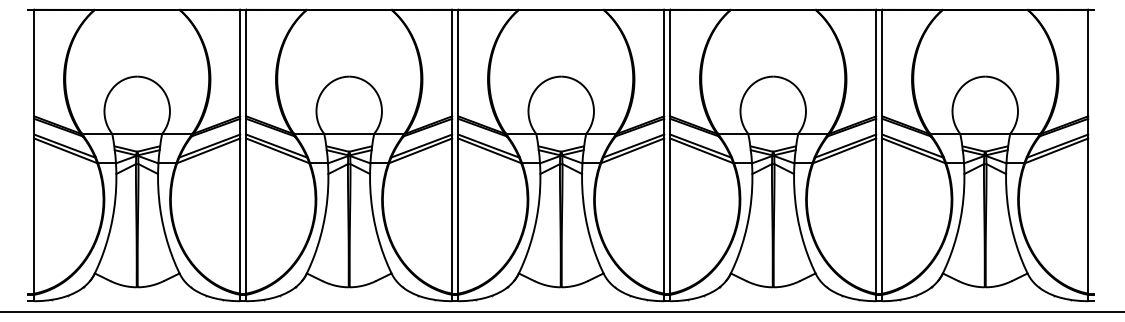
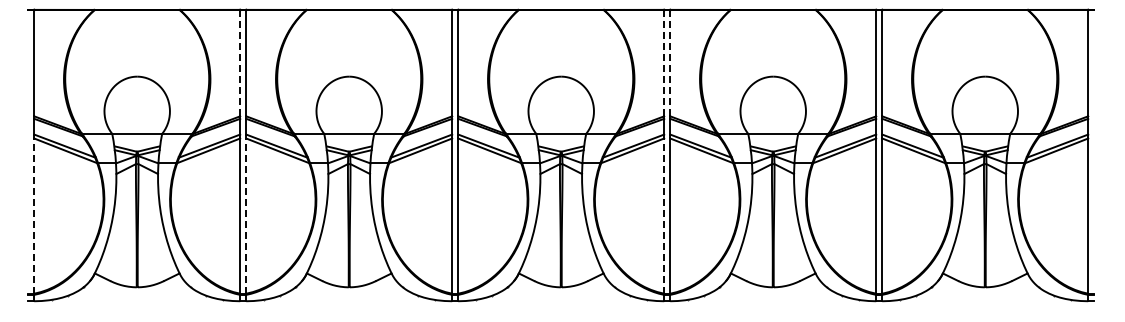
line at (240, 62): solid -> dashed
line at (664, 62): solid -> dashed
line at (670, 62): solid -> dashed
line at (34, 216): solid -> dashed
line at (246, 216): solid -> dashed
line at (664, 216): solid -> dashed
line at (561, 312): present -> none
